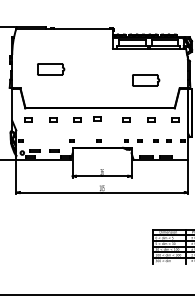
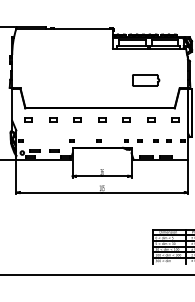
part at (51, 69): present -> none
part at (97, 118) position: (97, 118) -> (102, 119)
line at (96, 294) position: (96, 294) -> (96, 274)
